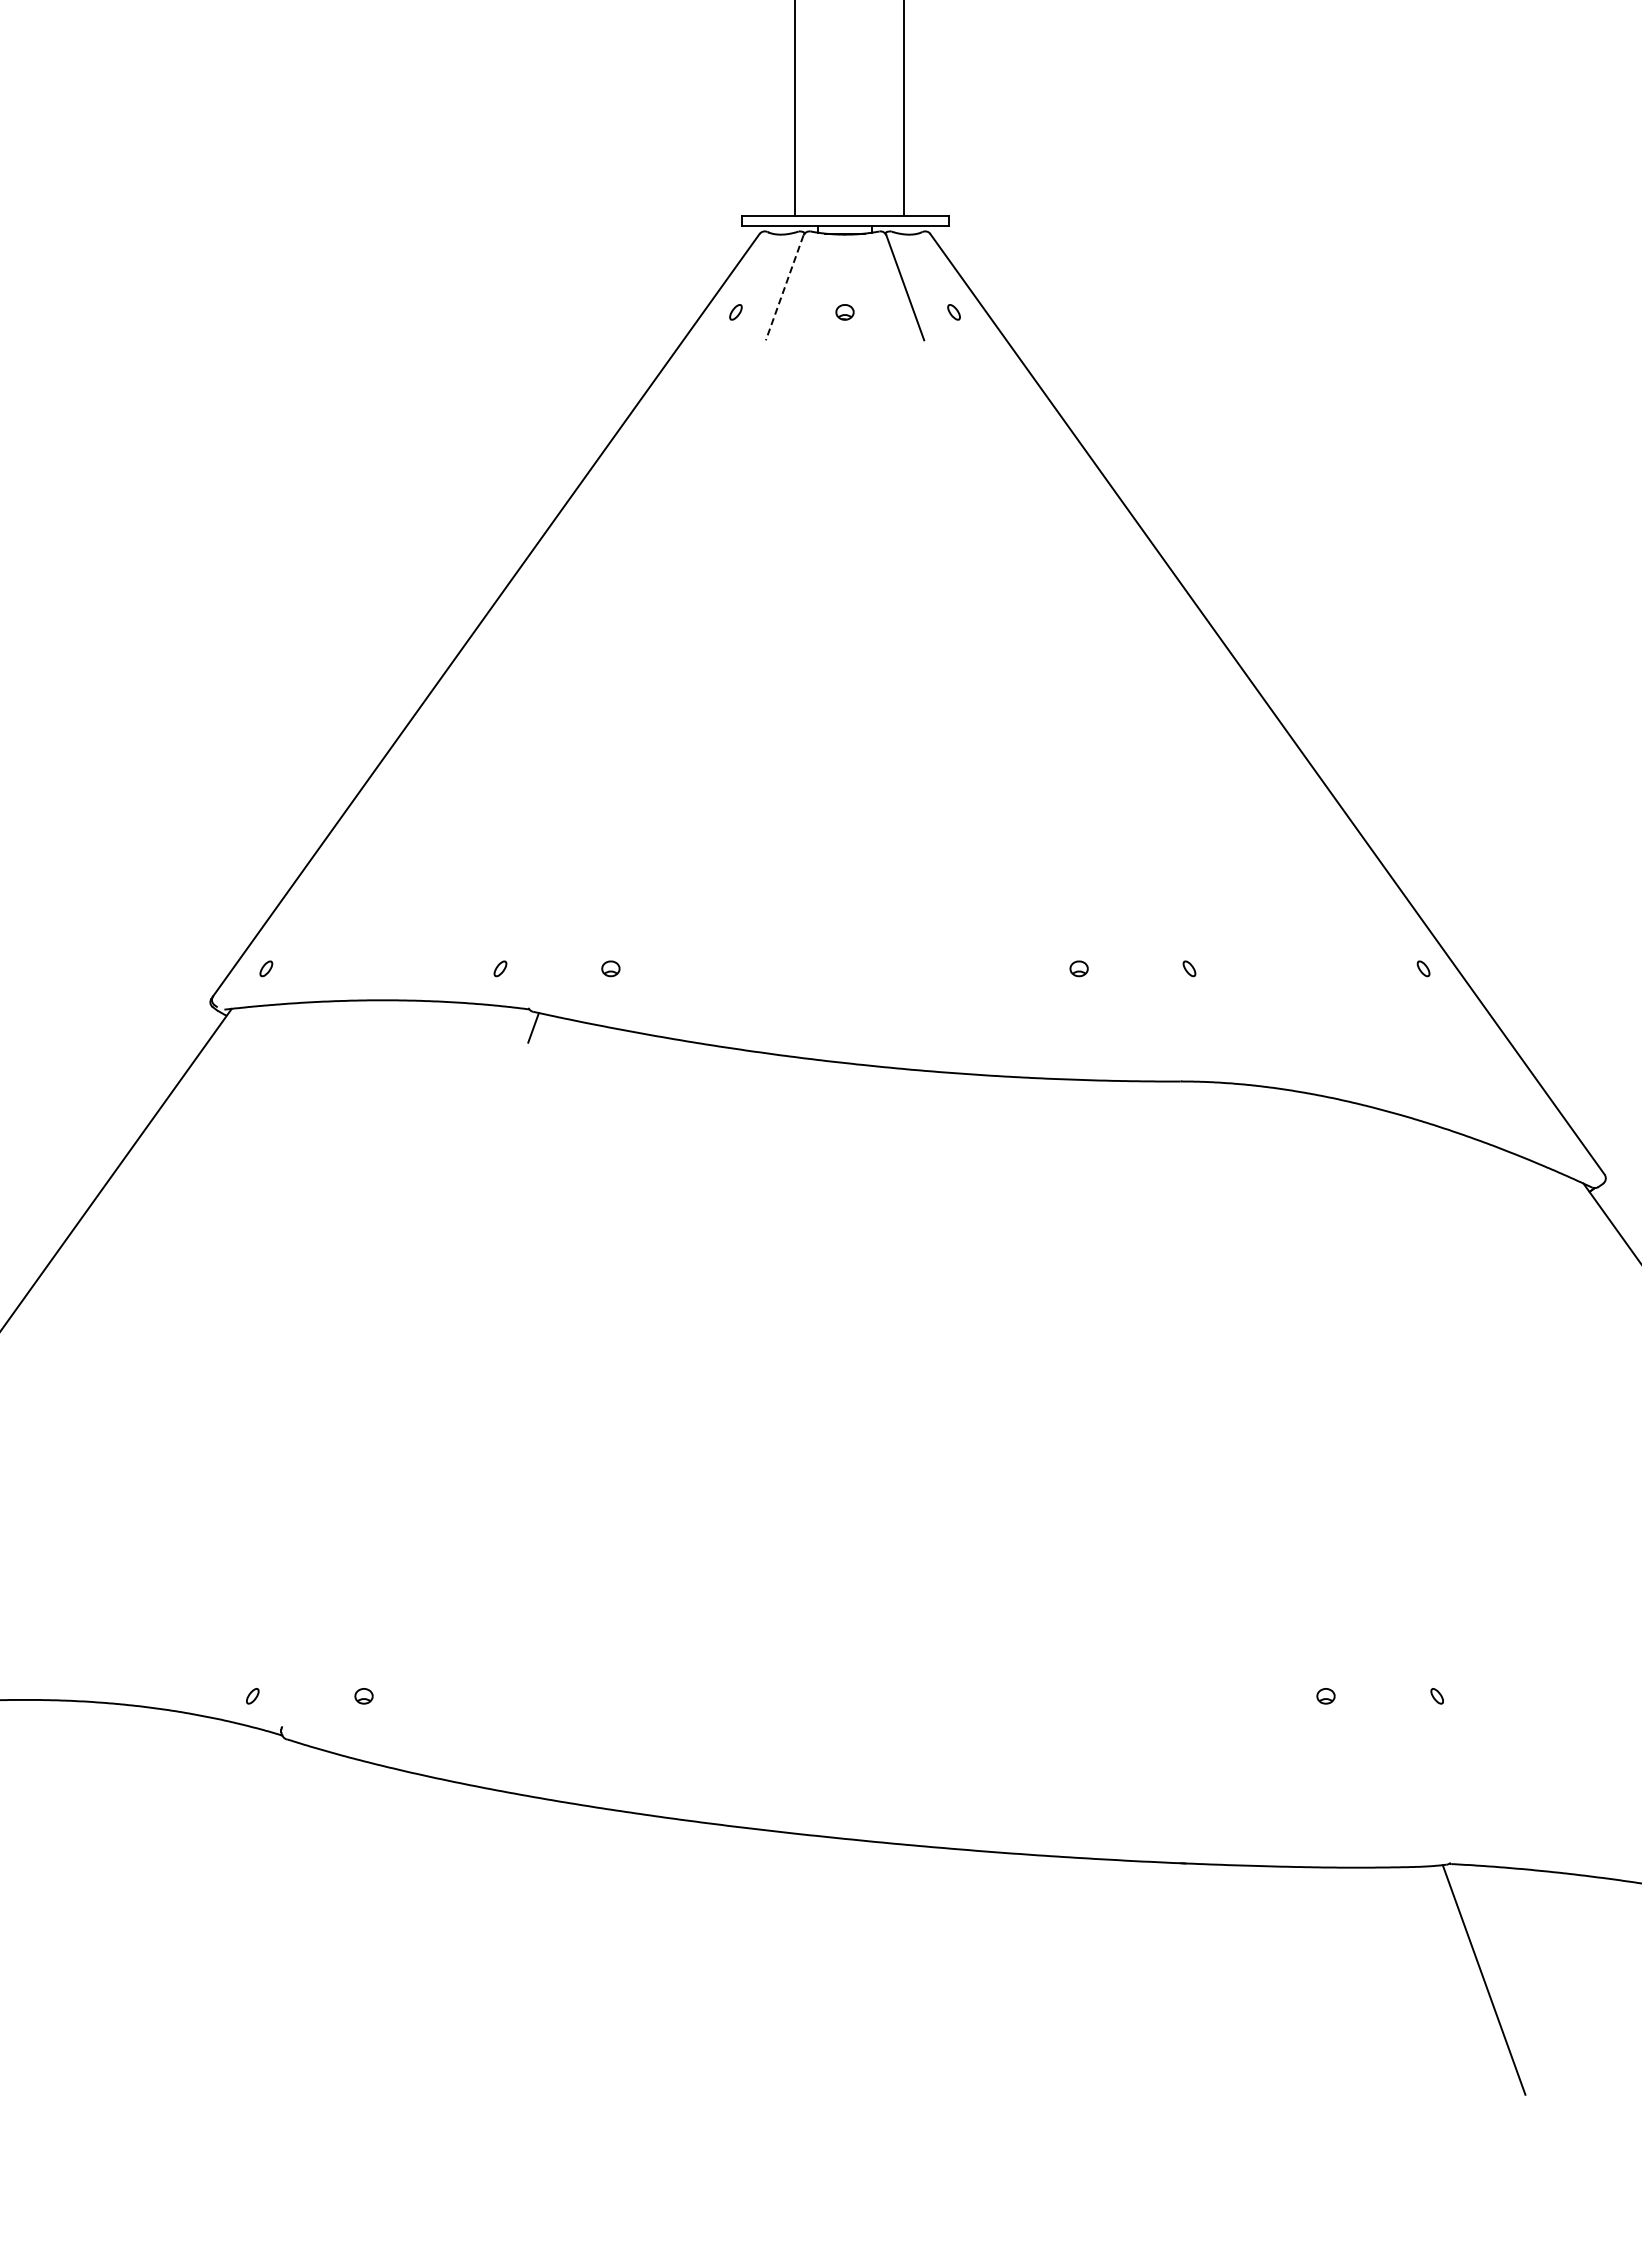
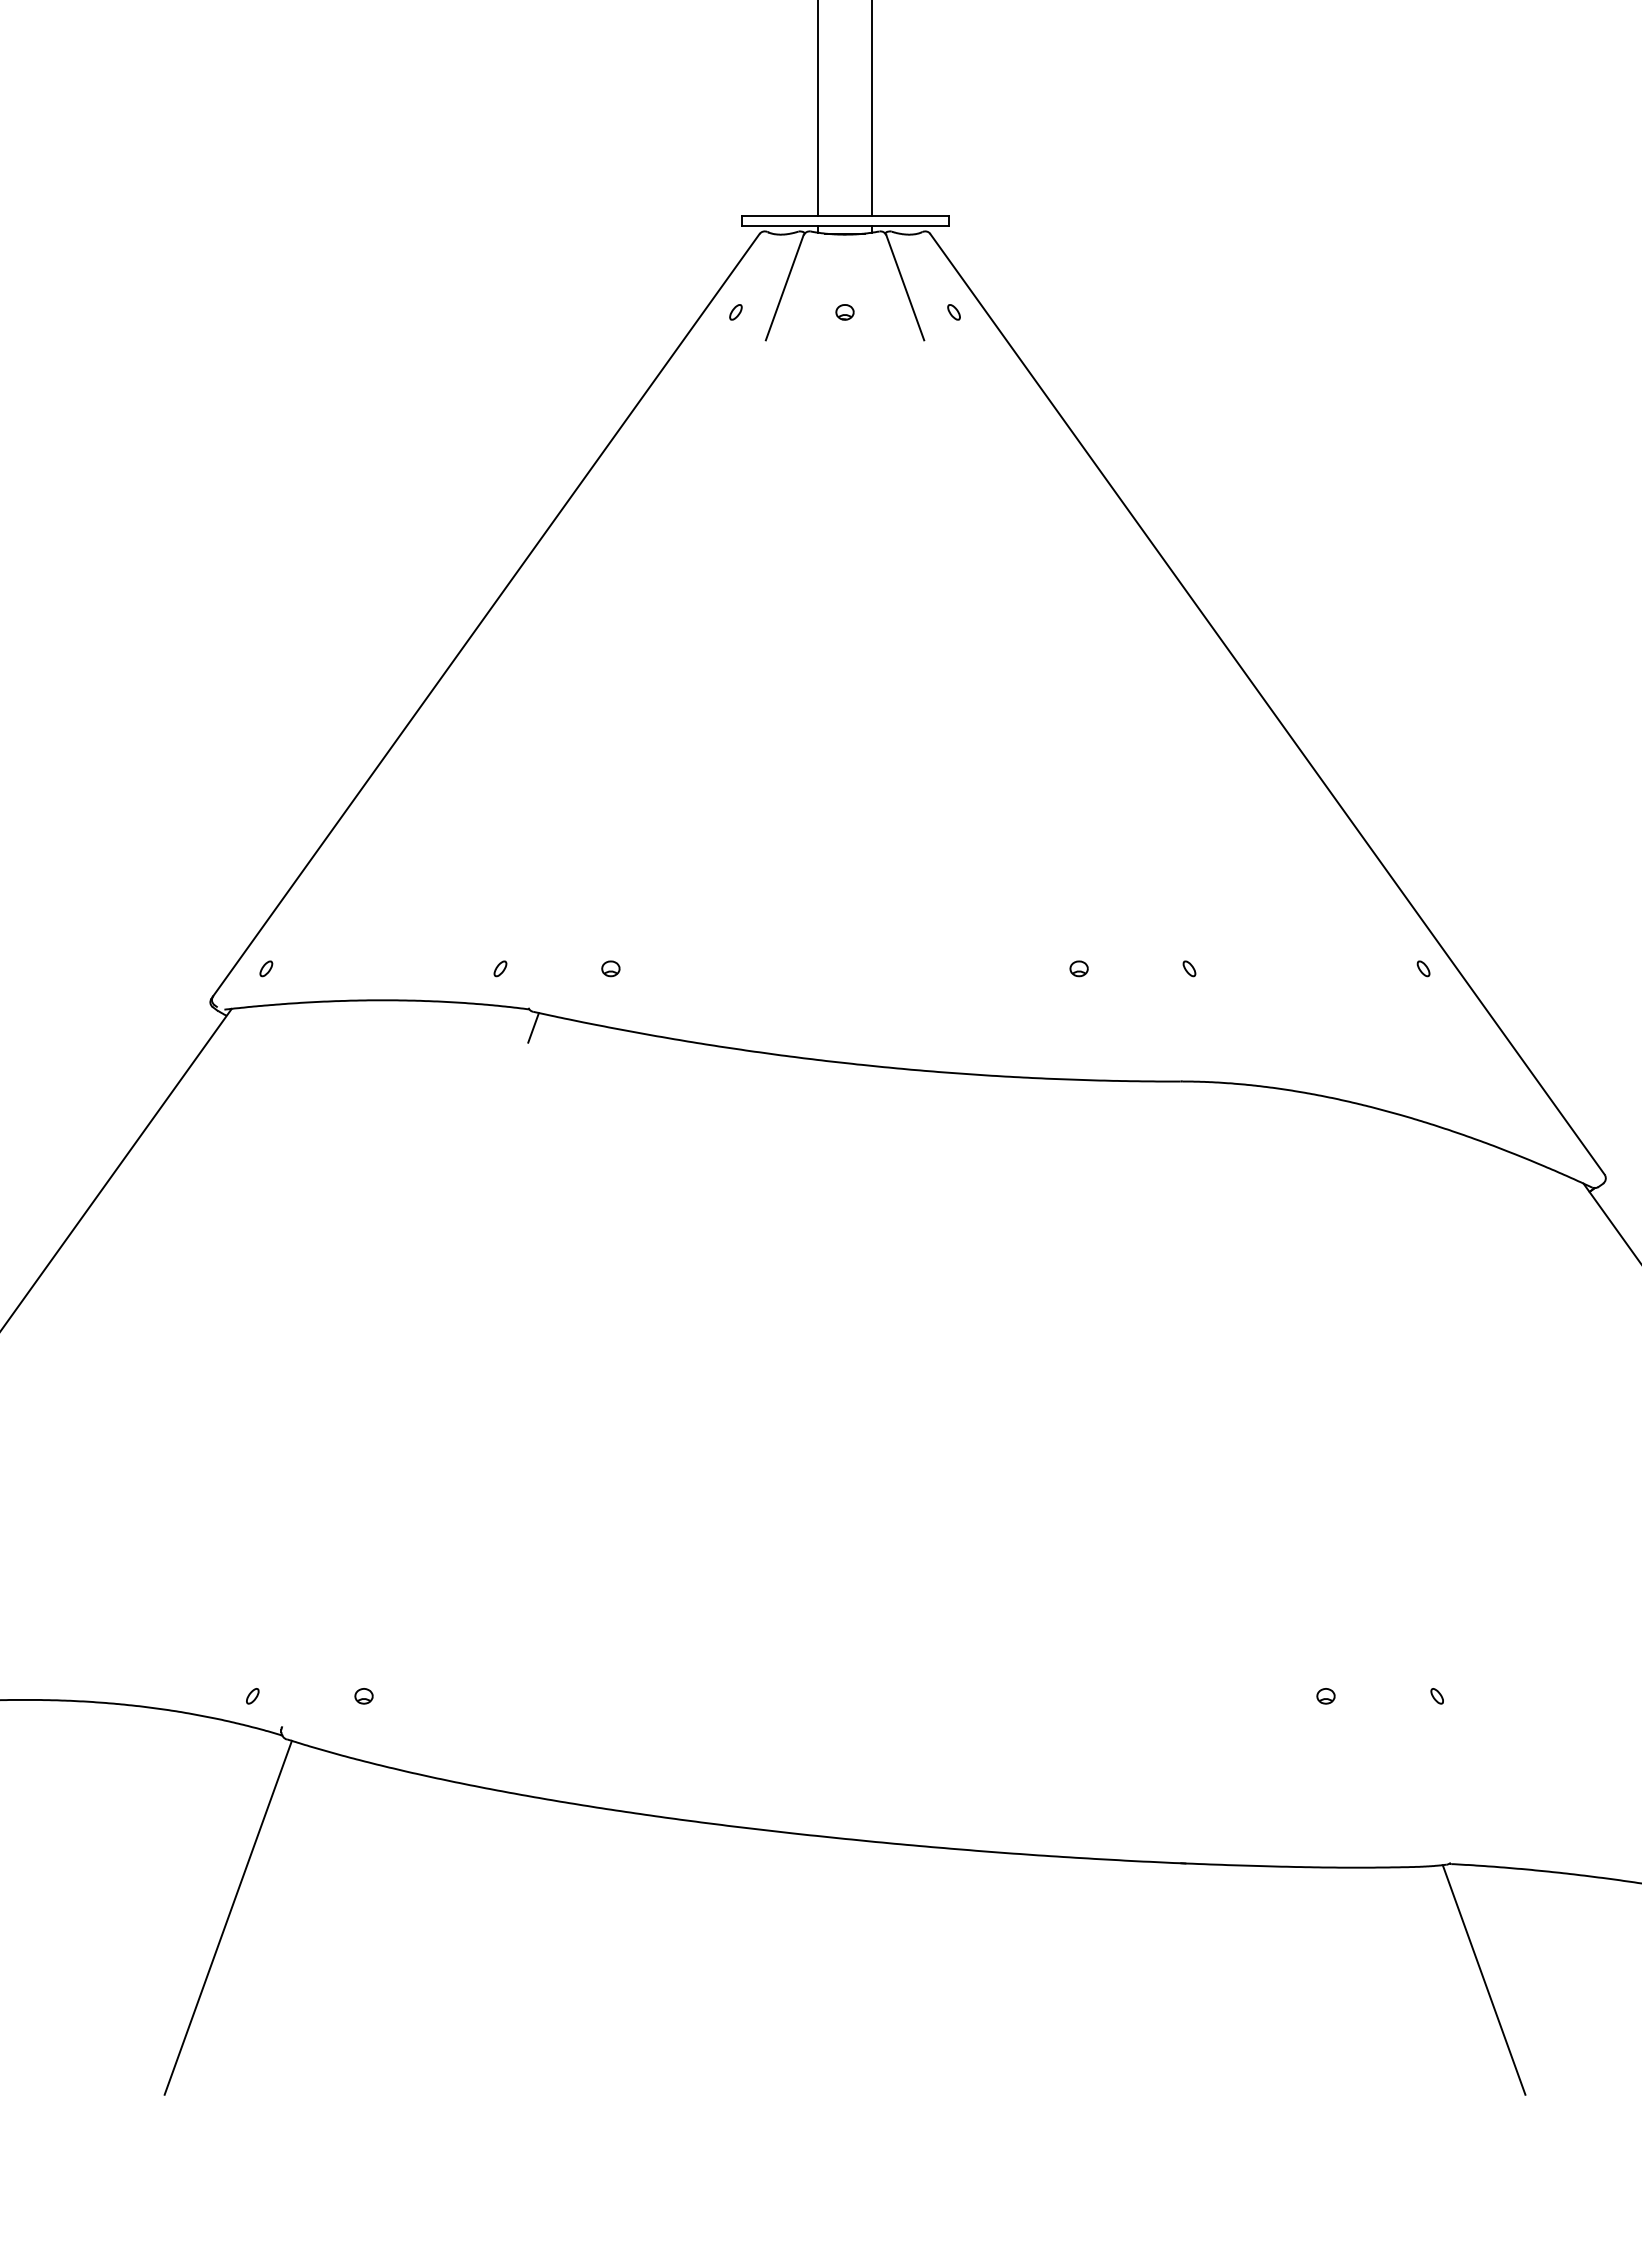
line at (795, 109) position: (795, 109) -> (818, 109)
line at (903, 109) position: (903, 109) -> (871, 109)
line at (784, 287): dashed -> solid
line at (227, 1917): none -> present
